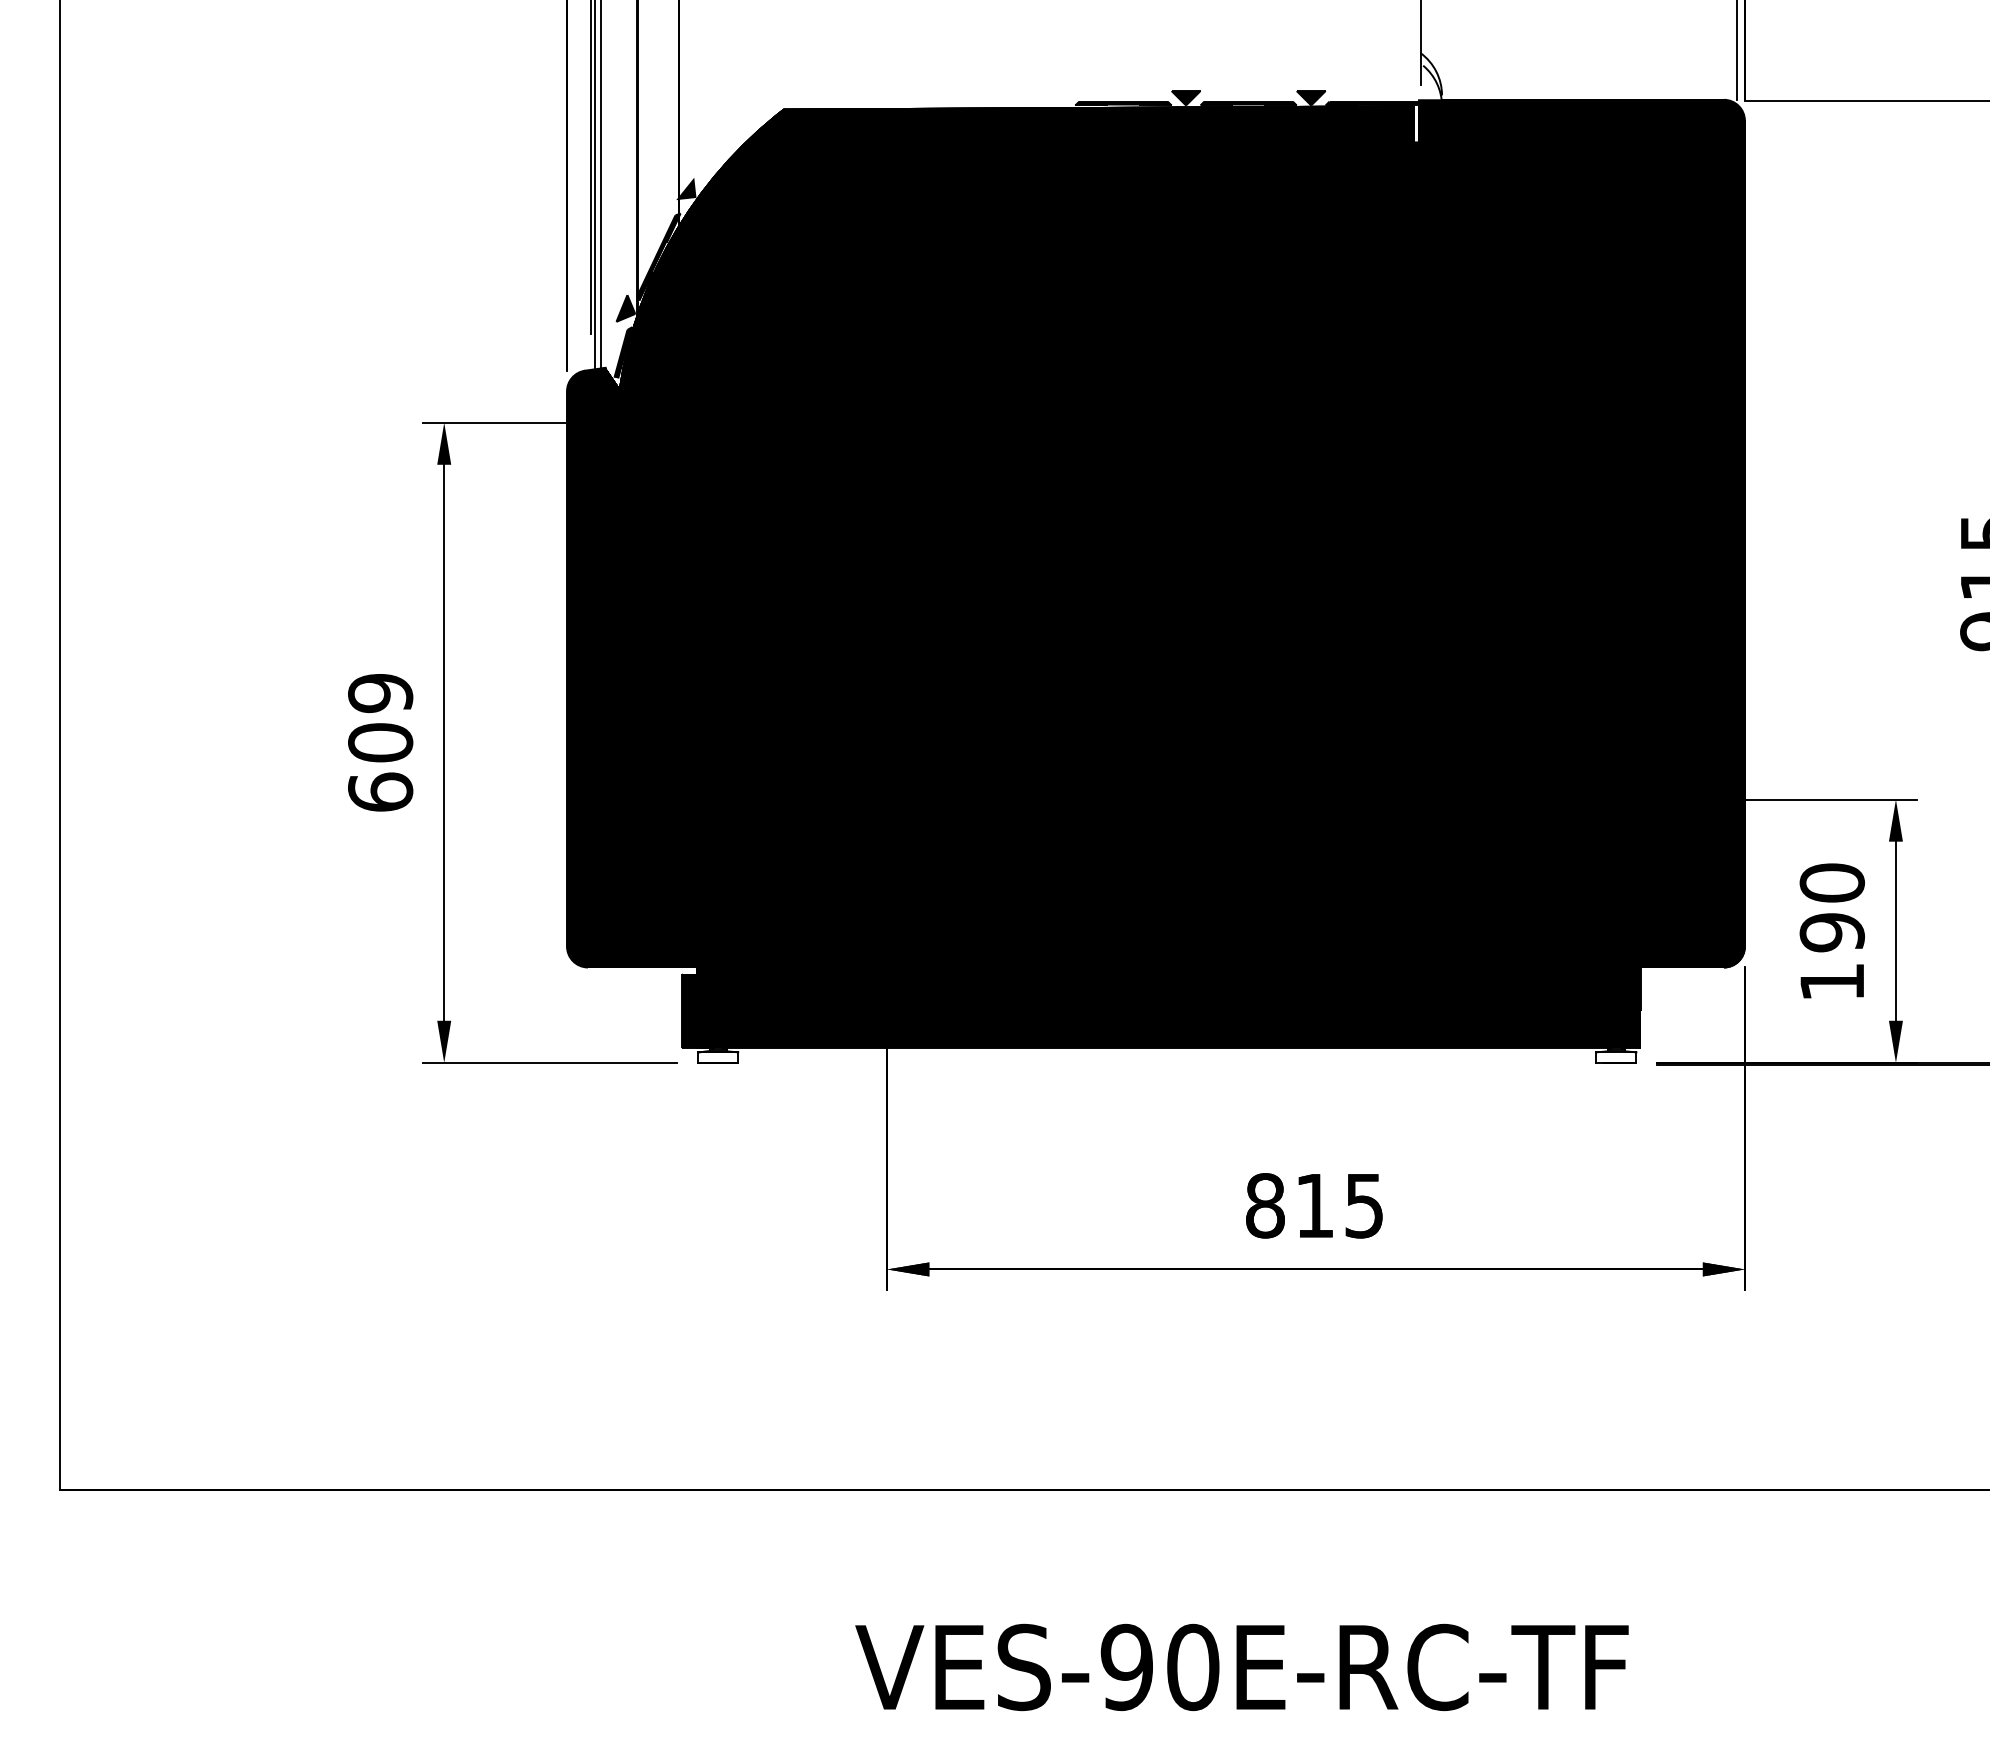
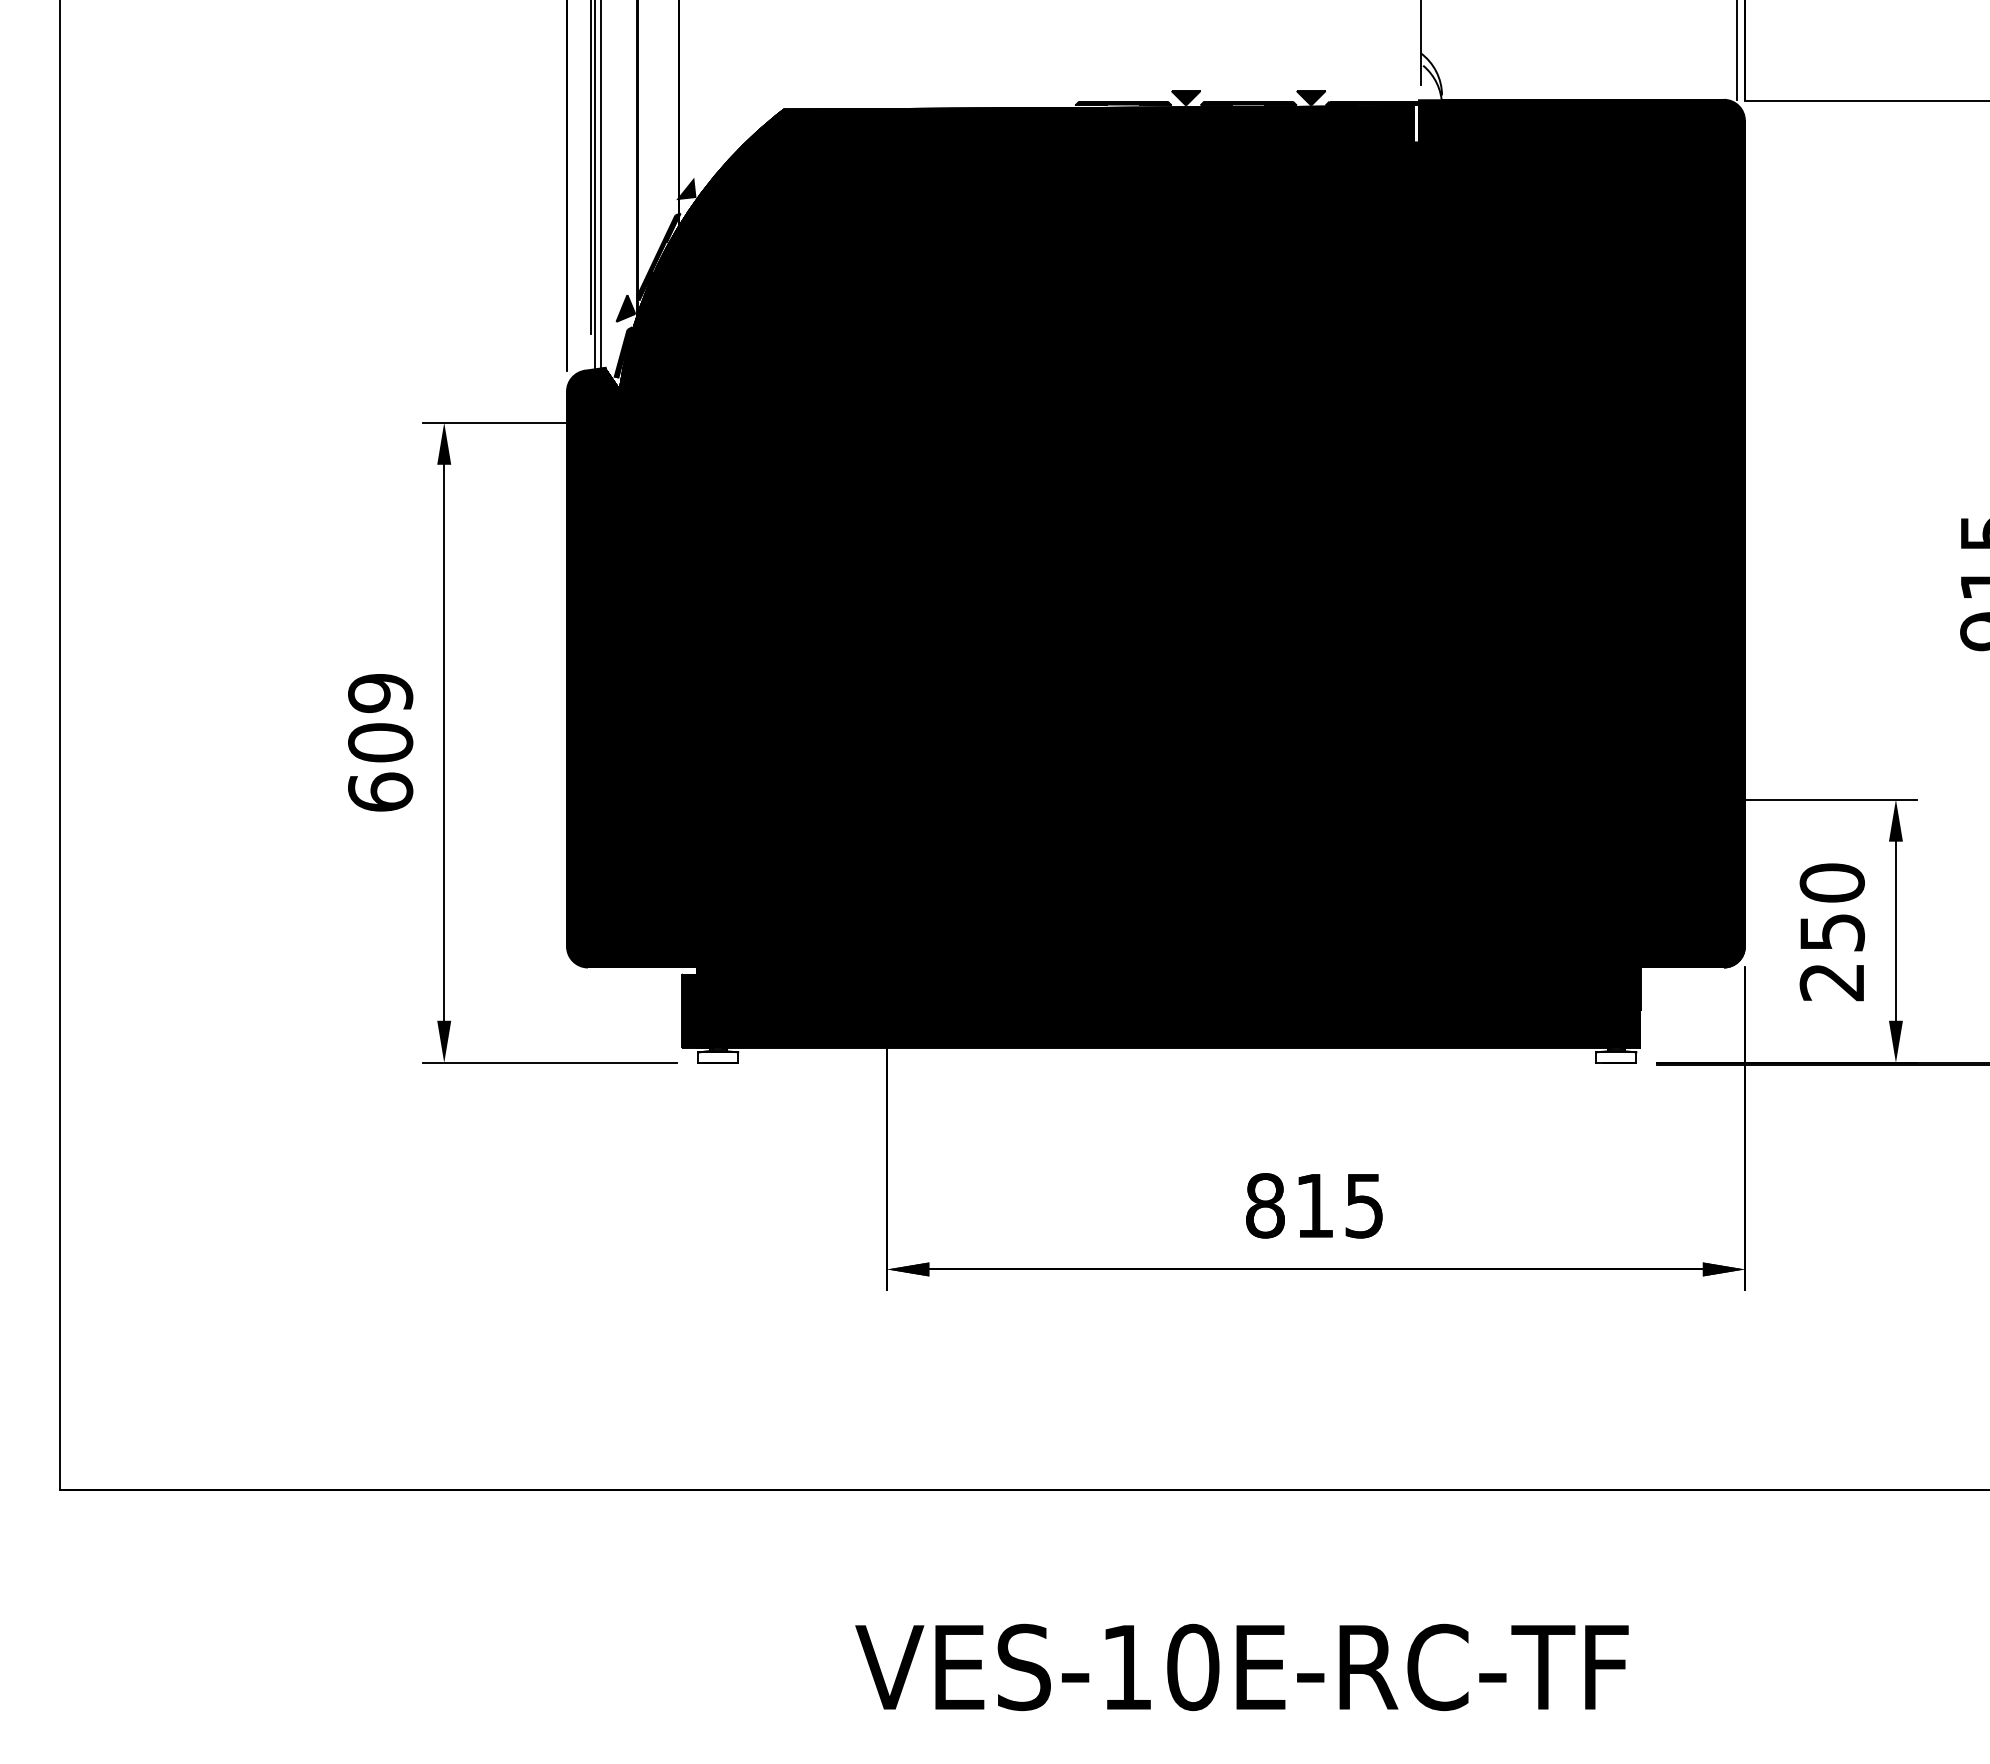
text at (1831, 957): 190 -> 250
text at (1126, 1667): VES-90E-RC-TF -> VES-10E-RC-TF
